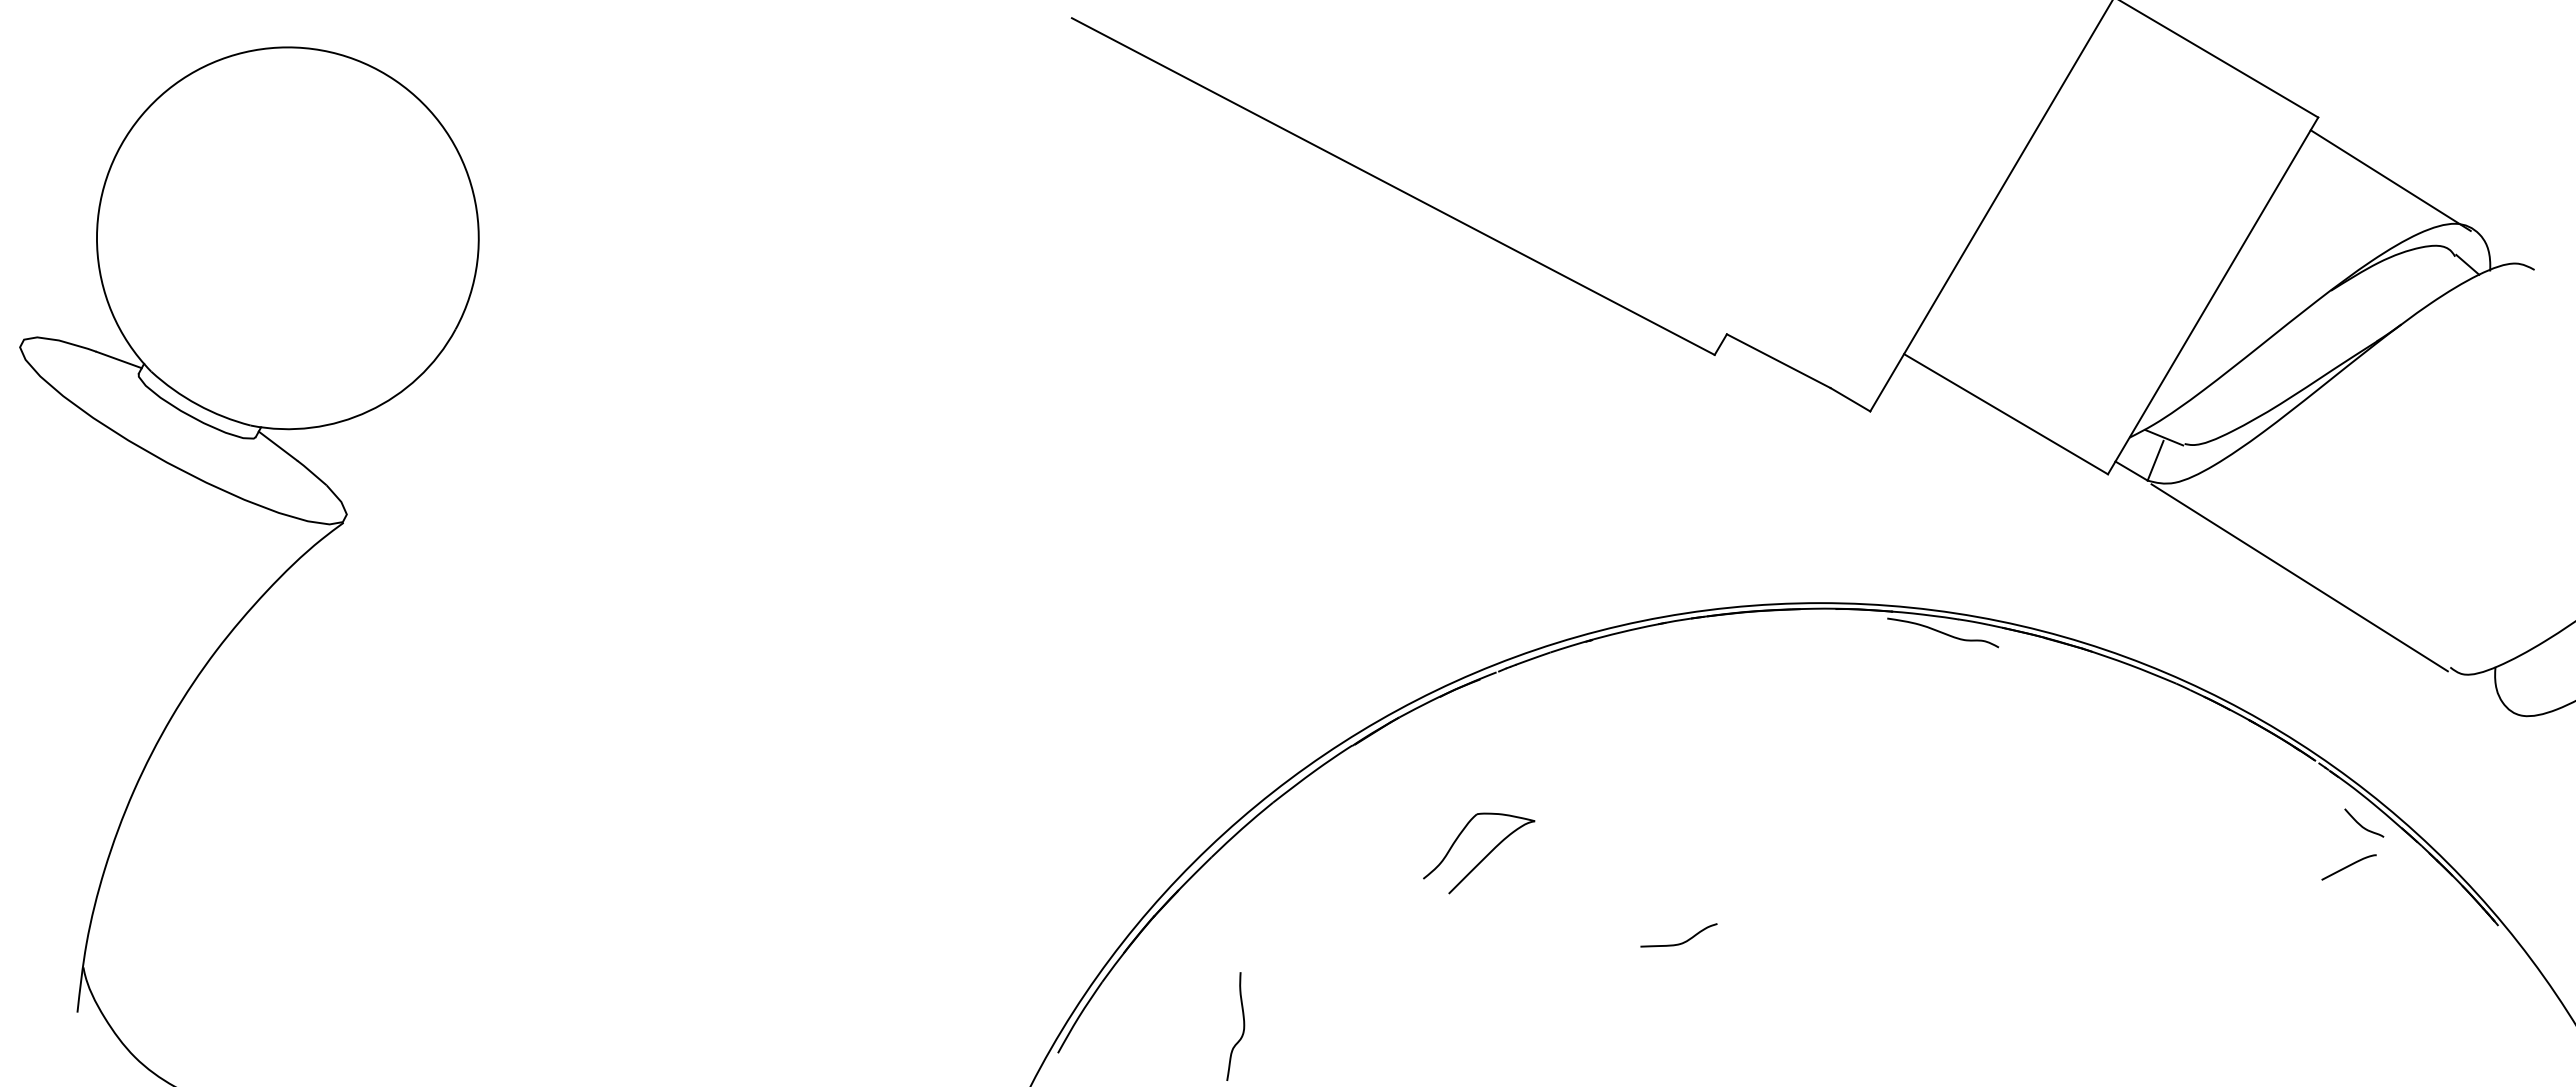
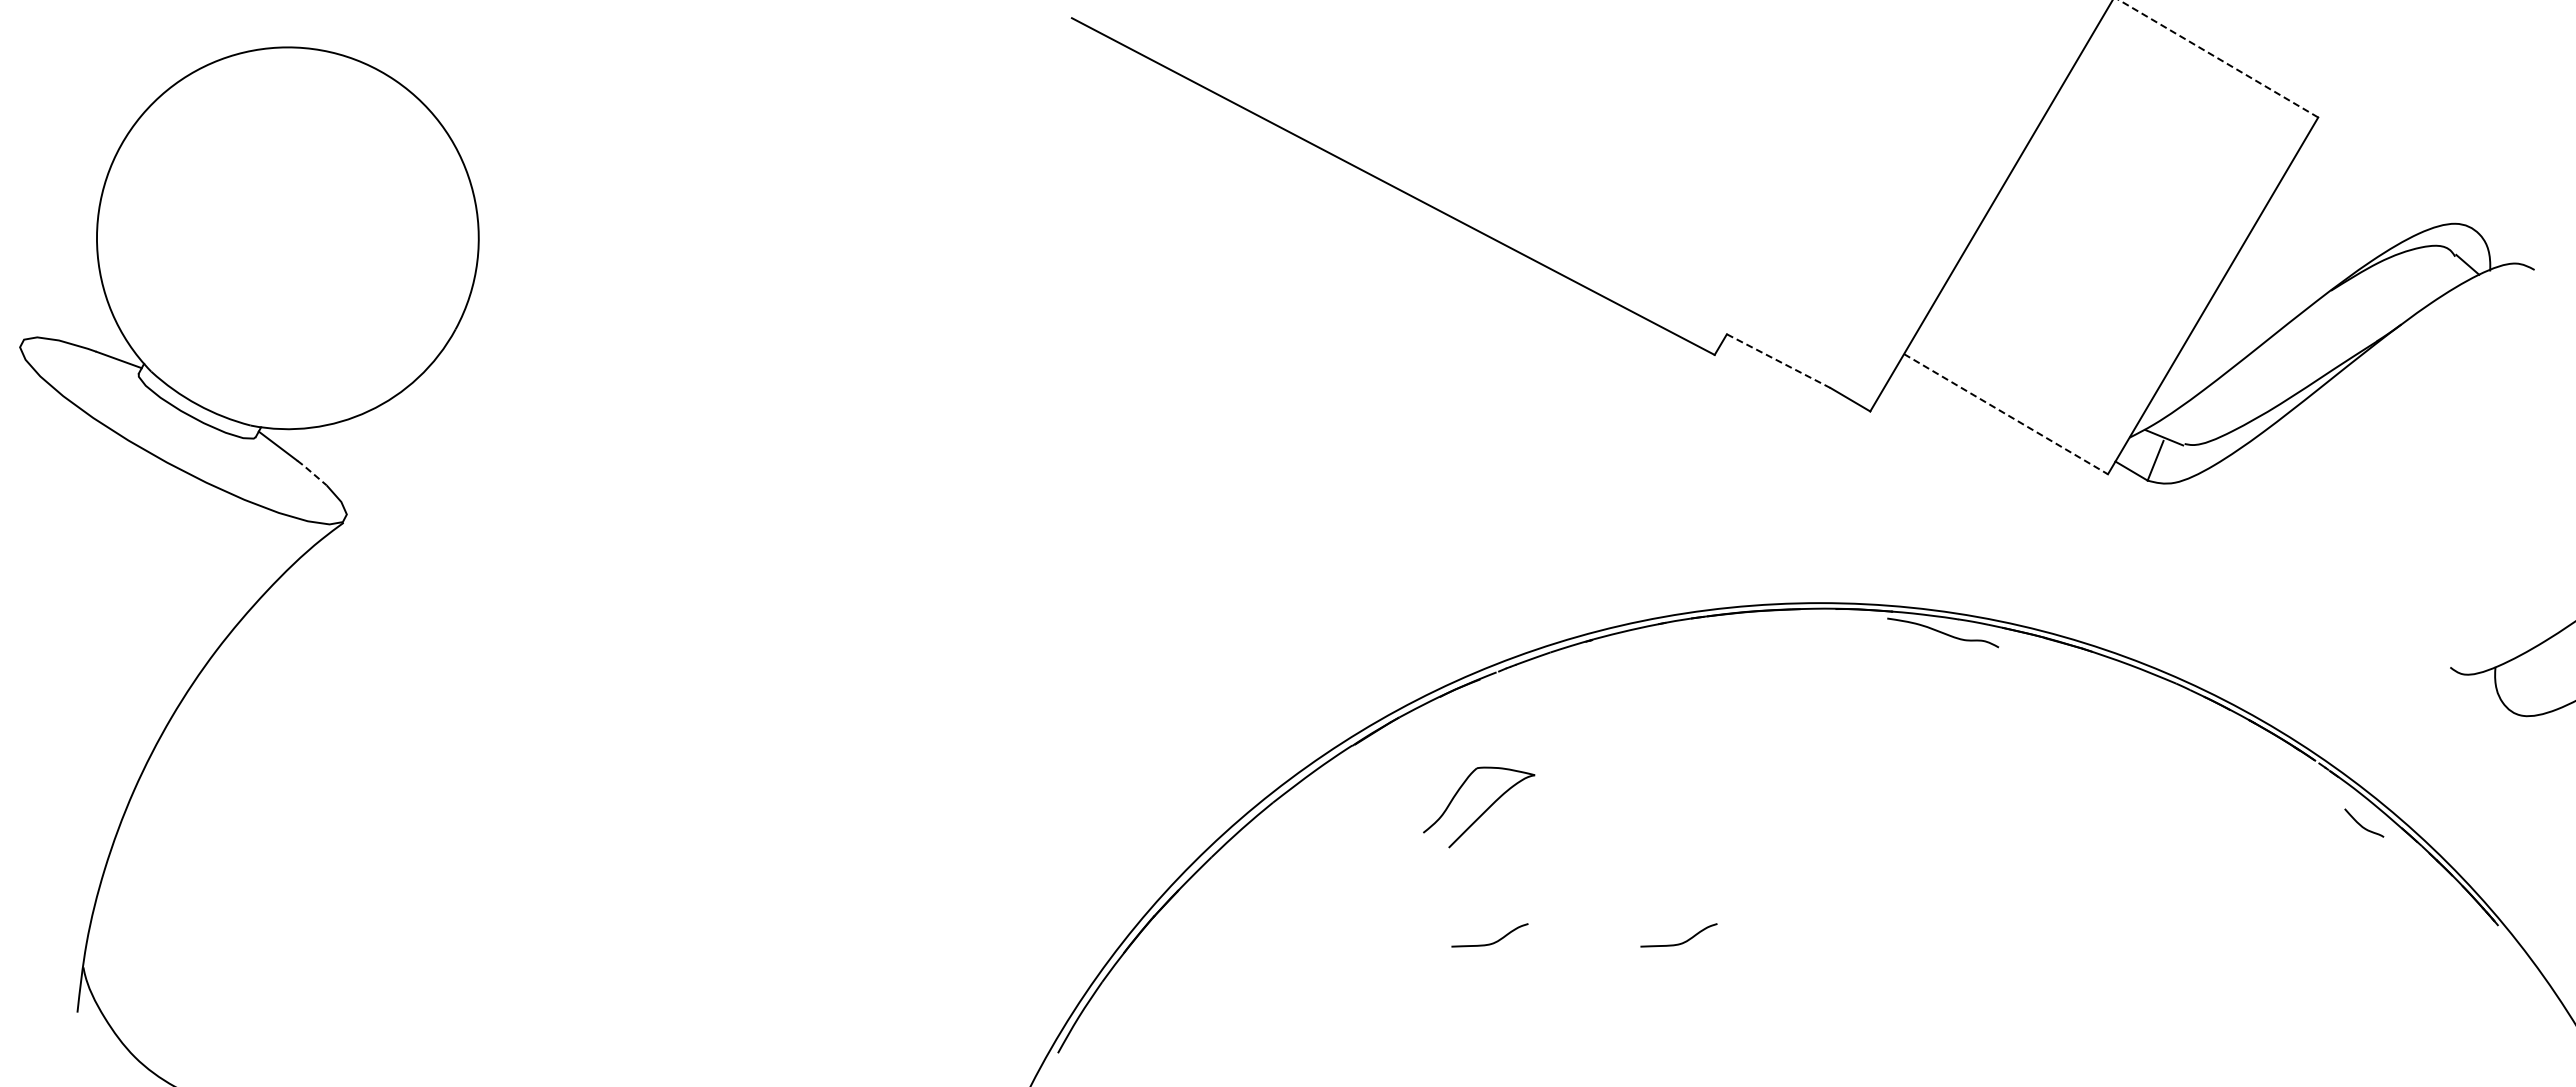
line at (2218, 58): solid -> dashed
line at (2390, 180): present -> none
line at (1779, 361): solid -> dashed
line at (2006, 414): solid -> dashed
line at (311, 472): solid -> dashed
line at (2299, 577): present -> none
part at (1479, 853) position: (1479, 853) -> (1479, 807)
curve at (2348, 867): present -> none
curve at (1492, 942): none -> present
curve at (1243, 1026): present -> none
